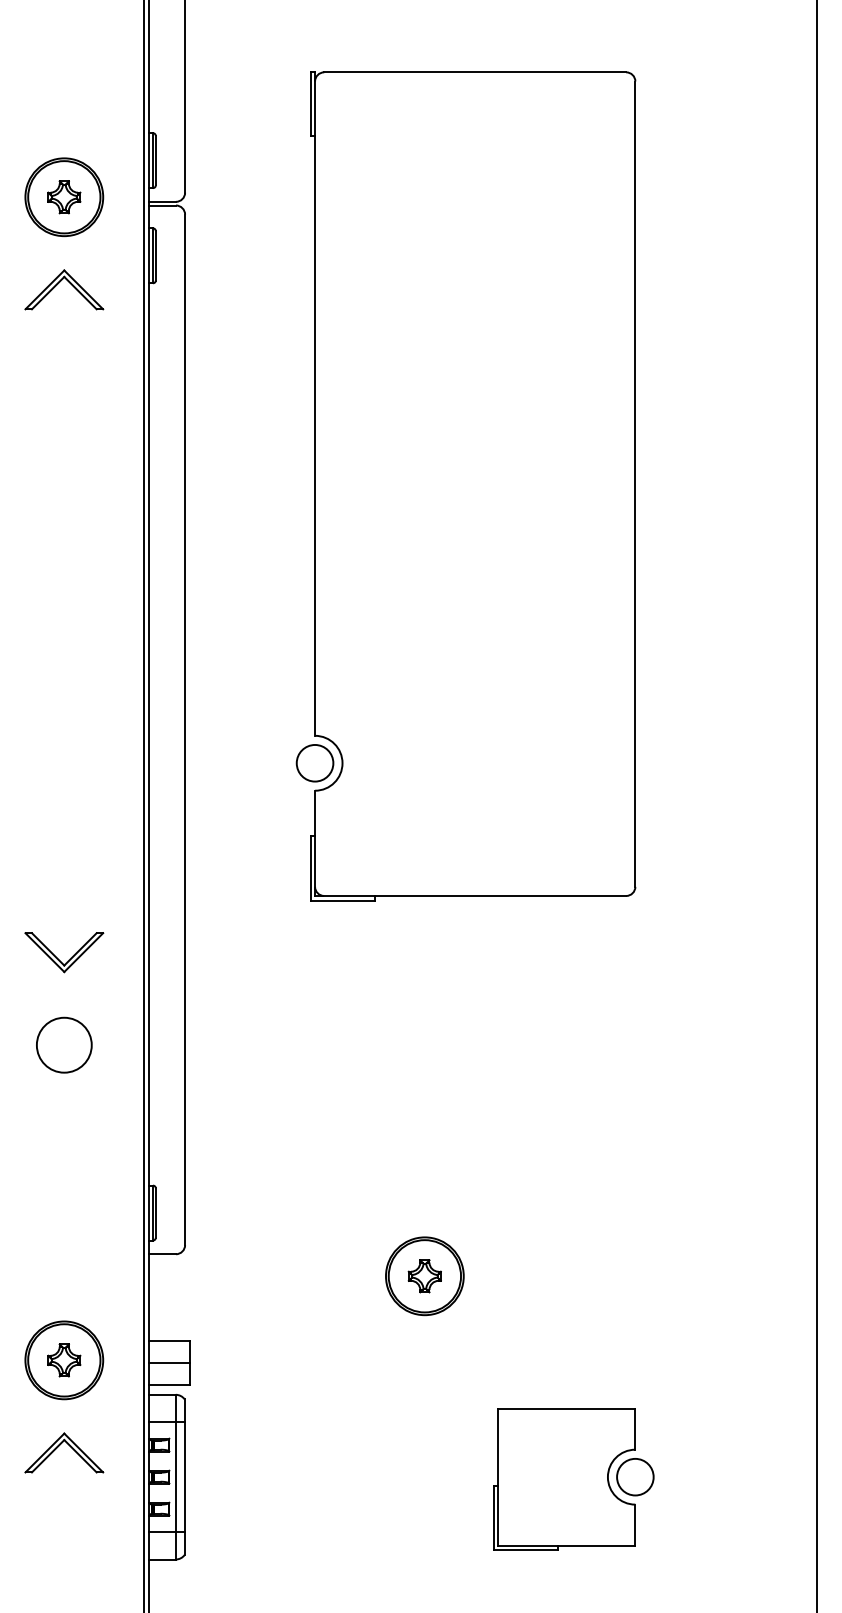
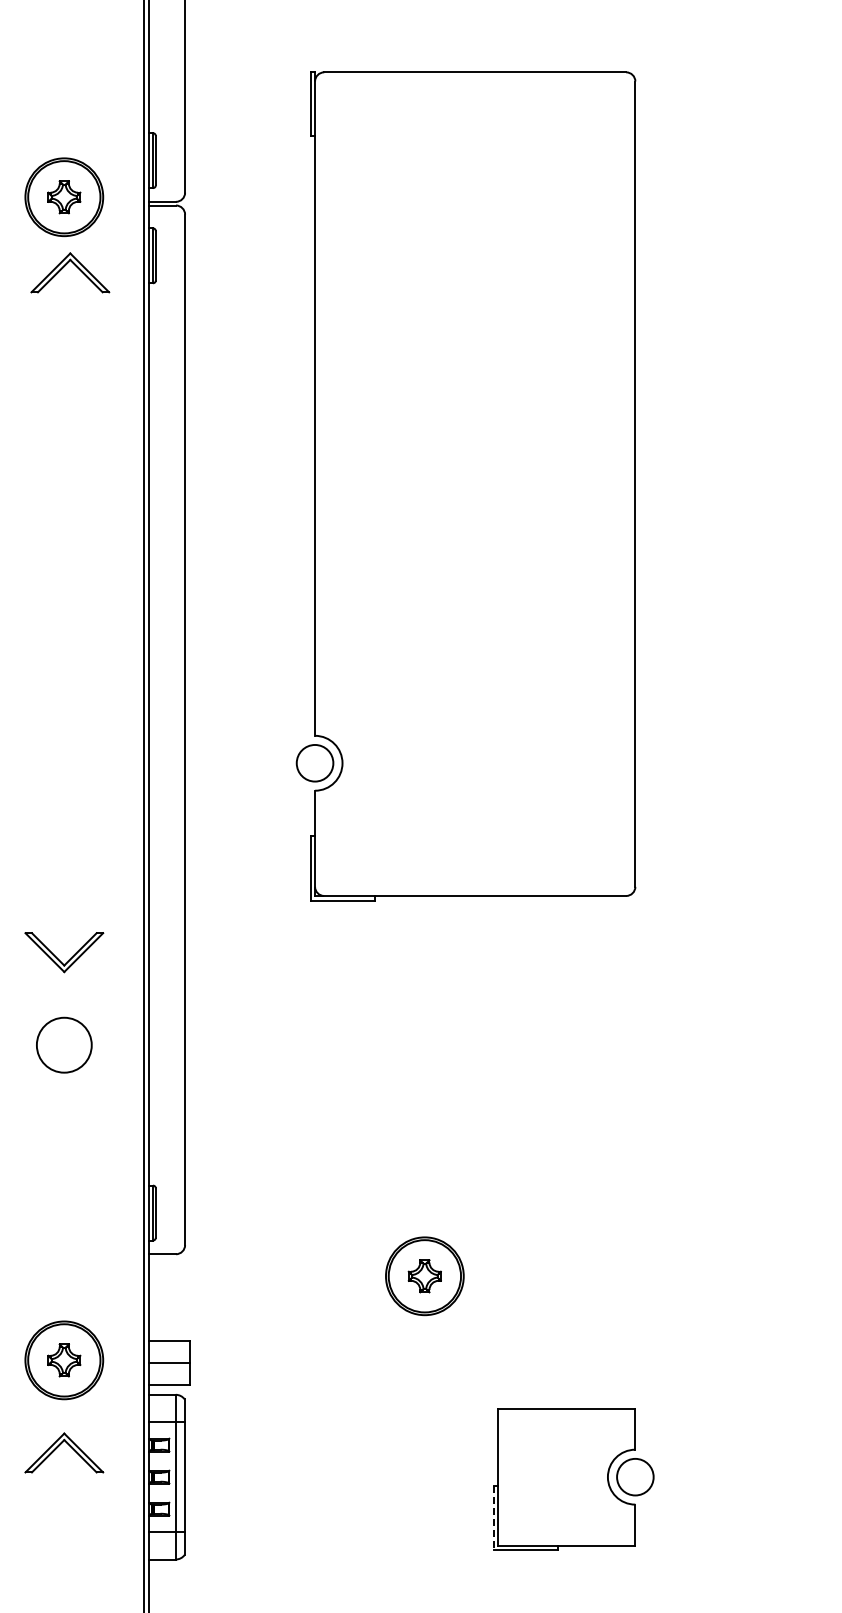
part at (59, 283) position: (59, 283) -> (65, 266)
line at (816, 805): present -> none
line at (493, 1518): solid -> dashed
